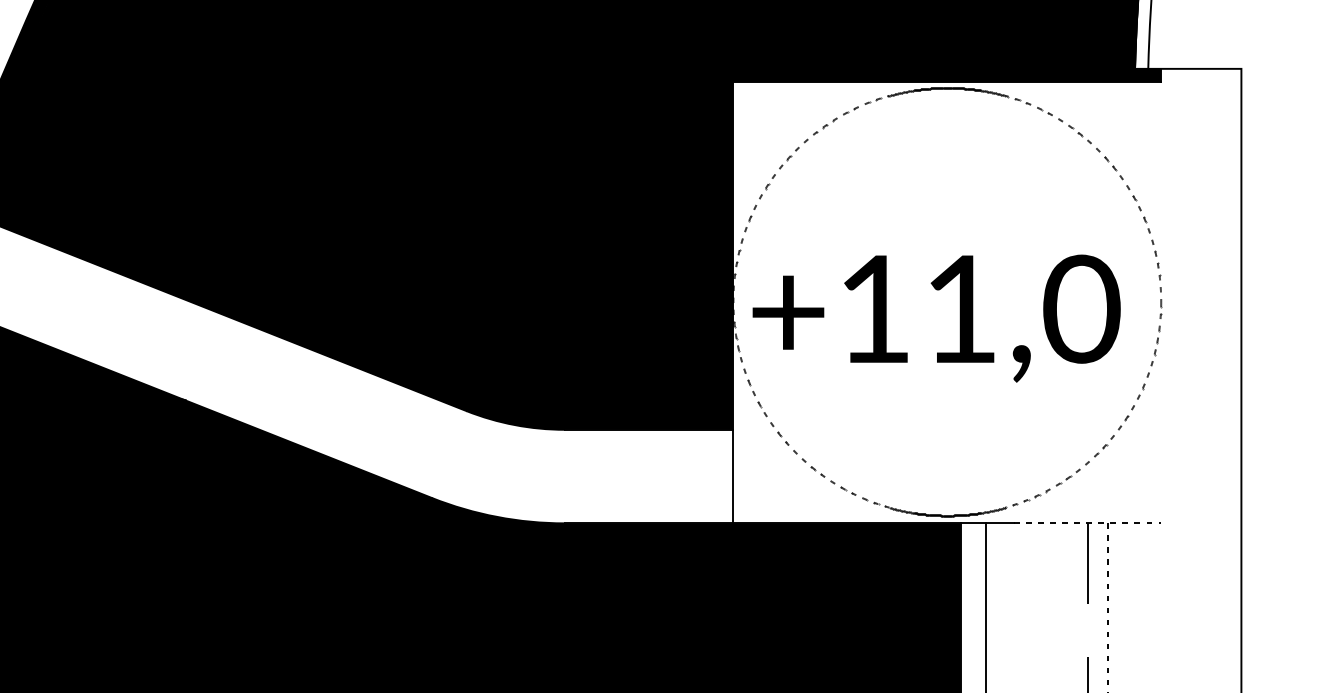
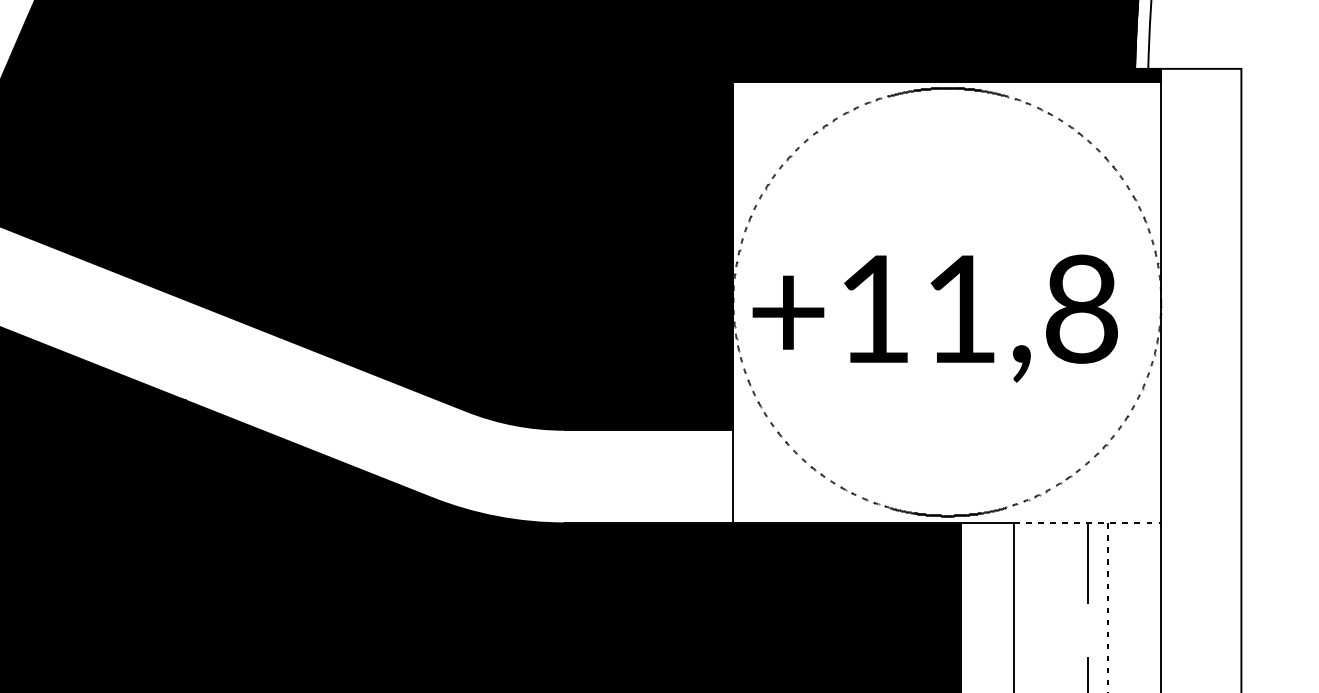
text at (1081, 309): +11,0 -> +11,8
line at (1161, 385): none -> present
line at (986, 606) position: (986, 606) -> (1014, 606)
